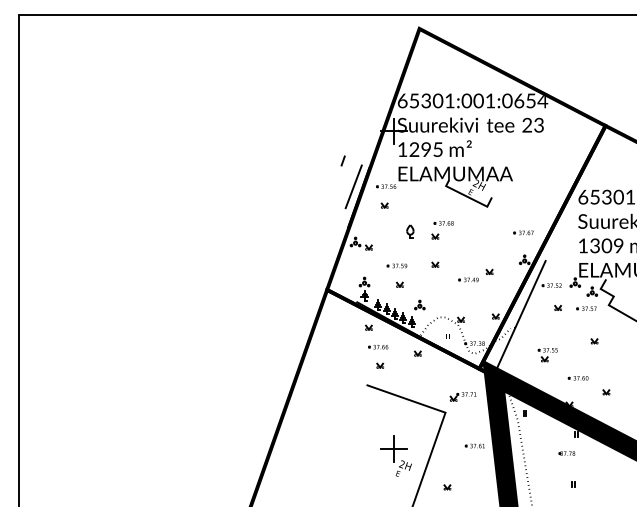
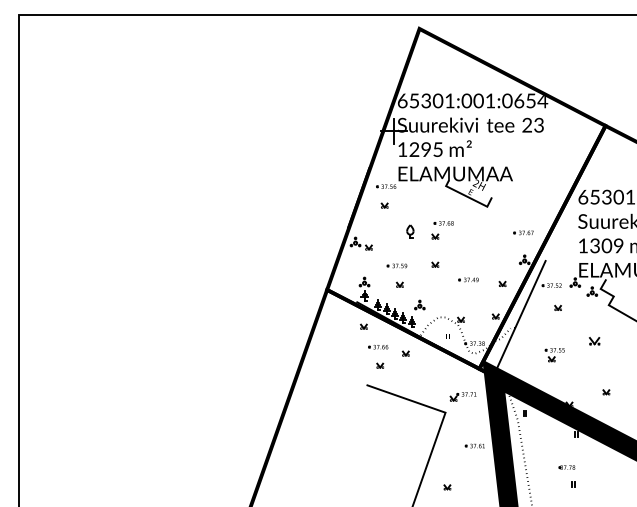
line at (342, 160): present -> none
line at (353, 186): present -> none
part at (489, 271) position: (489, 271) -> (502, 283)
part at (586, 308): present -> none
part at (368, 327) position: (368, 327) -> (363, 326)
part at (594, 341) size: 9x7 px -> 12x9 px
part at (417, 353) position: (417, 353) -> (405, 353)
part at (547, 355) position: (547, 355) -> (554, 355)
part at (577, 378): present -> none
part at (566, 453) position: (566, 453) -> (566, 467)
part at (395, 455): present -> none
